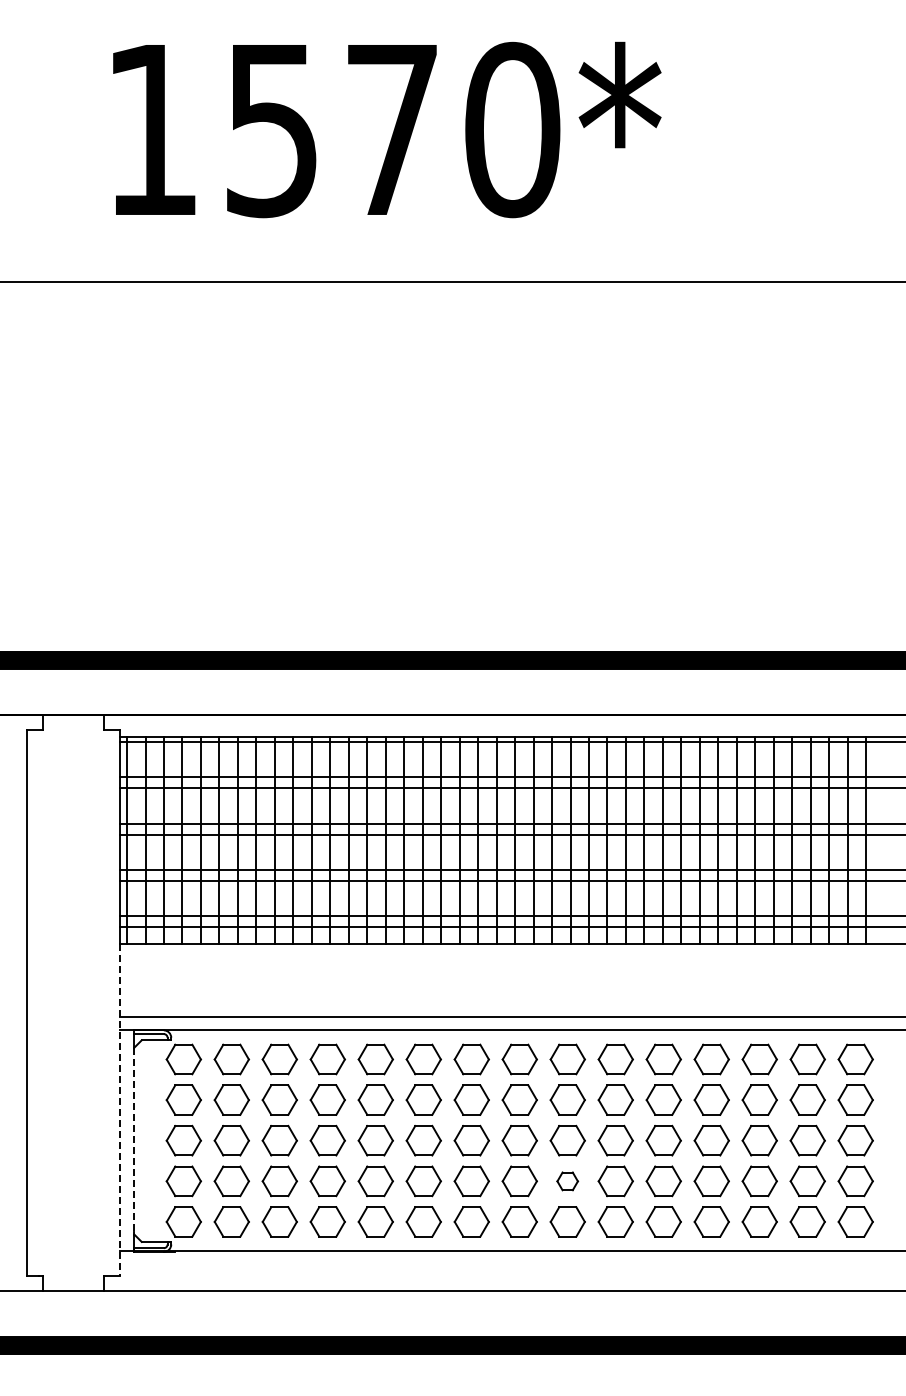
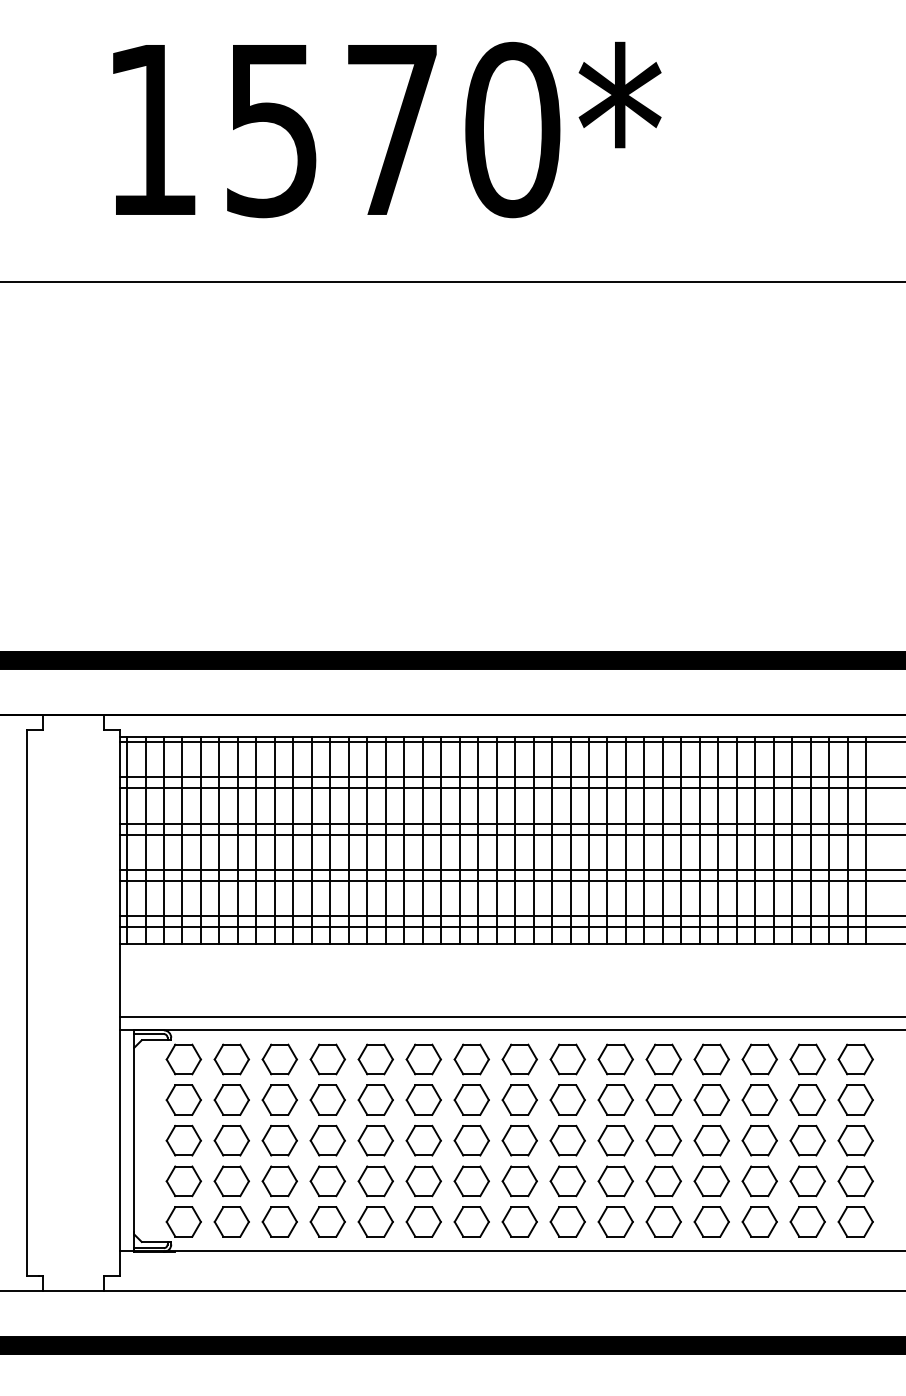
line at (119, 1110): dashed -> solid
line at (134, 1141): dashed -> solid
part at (567, 1181) size: 24x21 px -> 37x33 px
